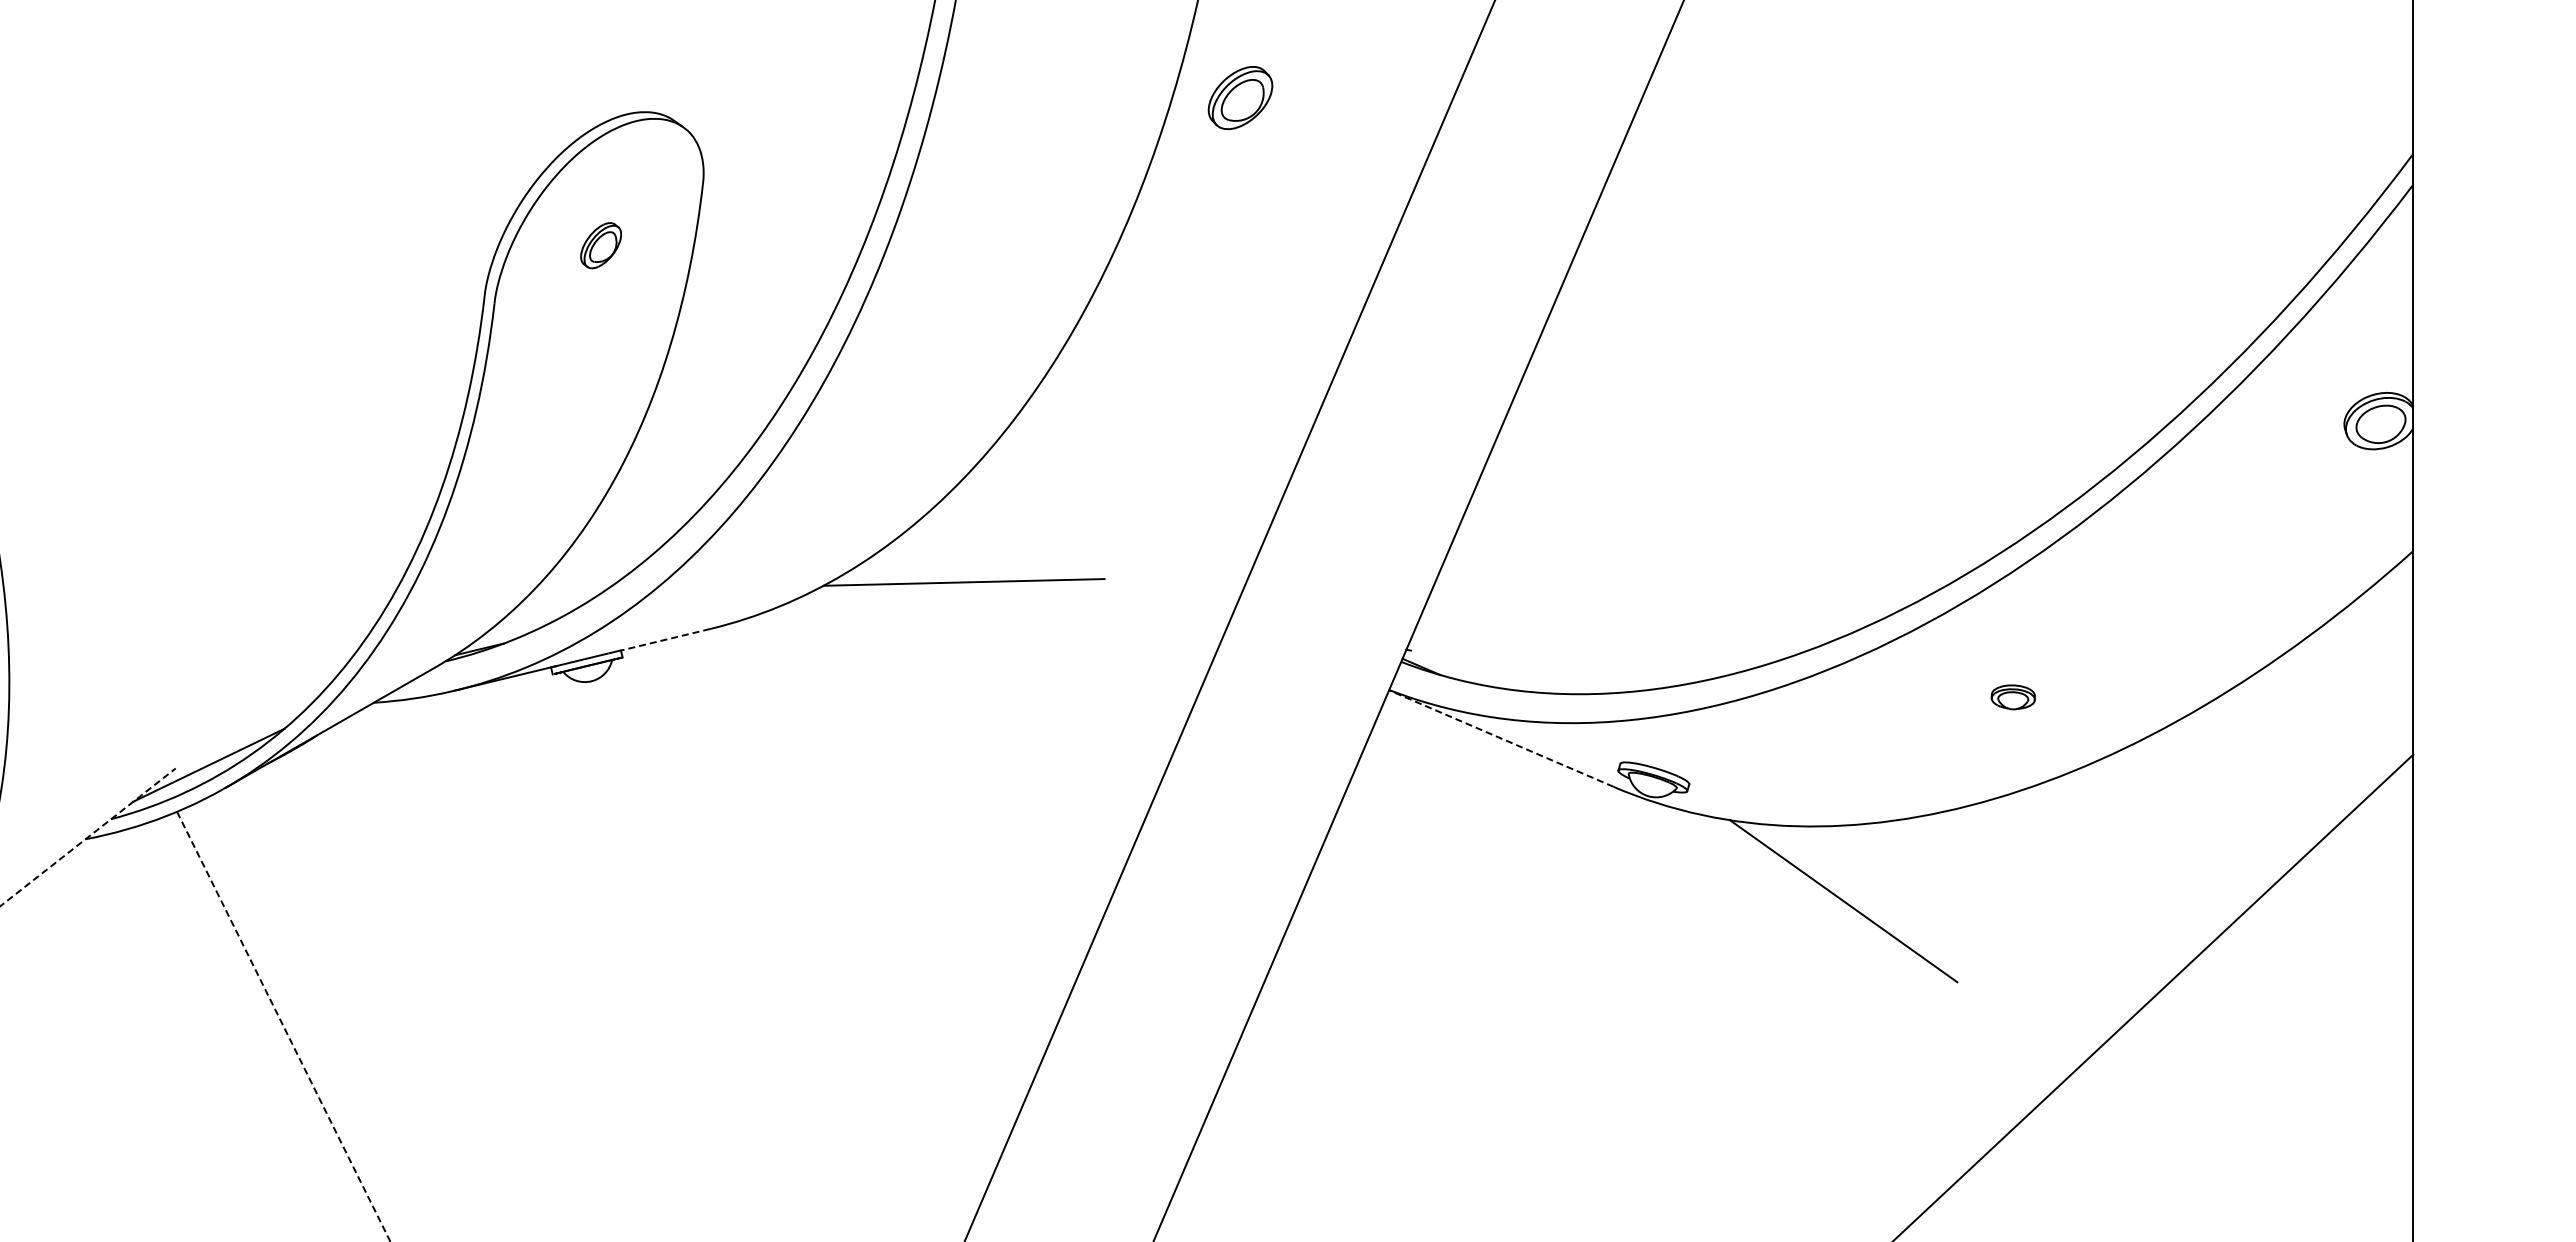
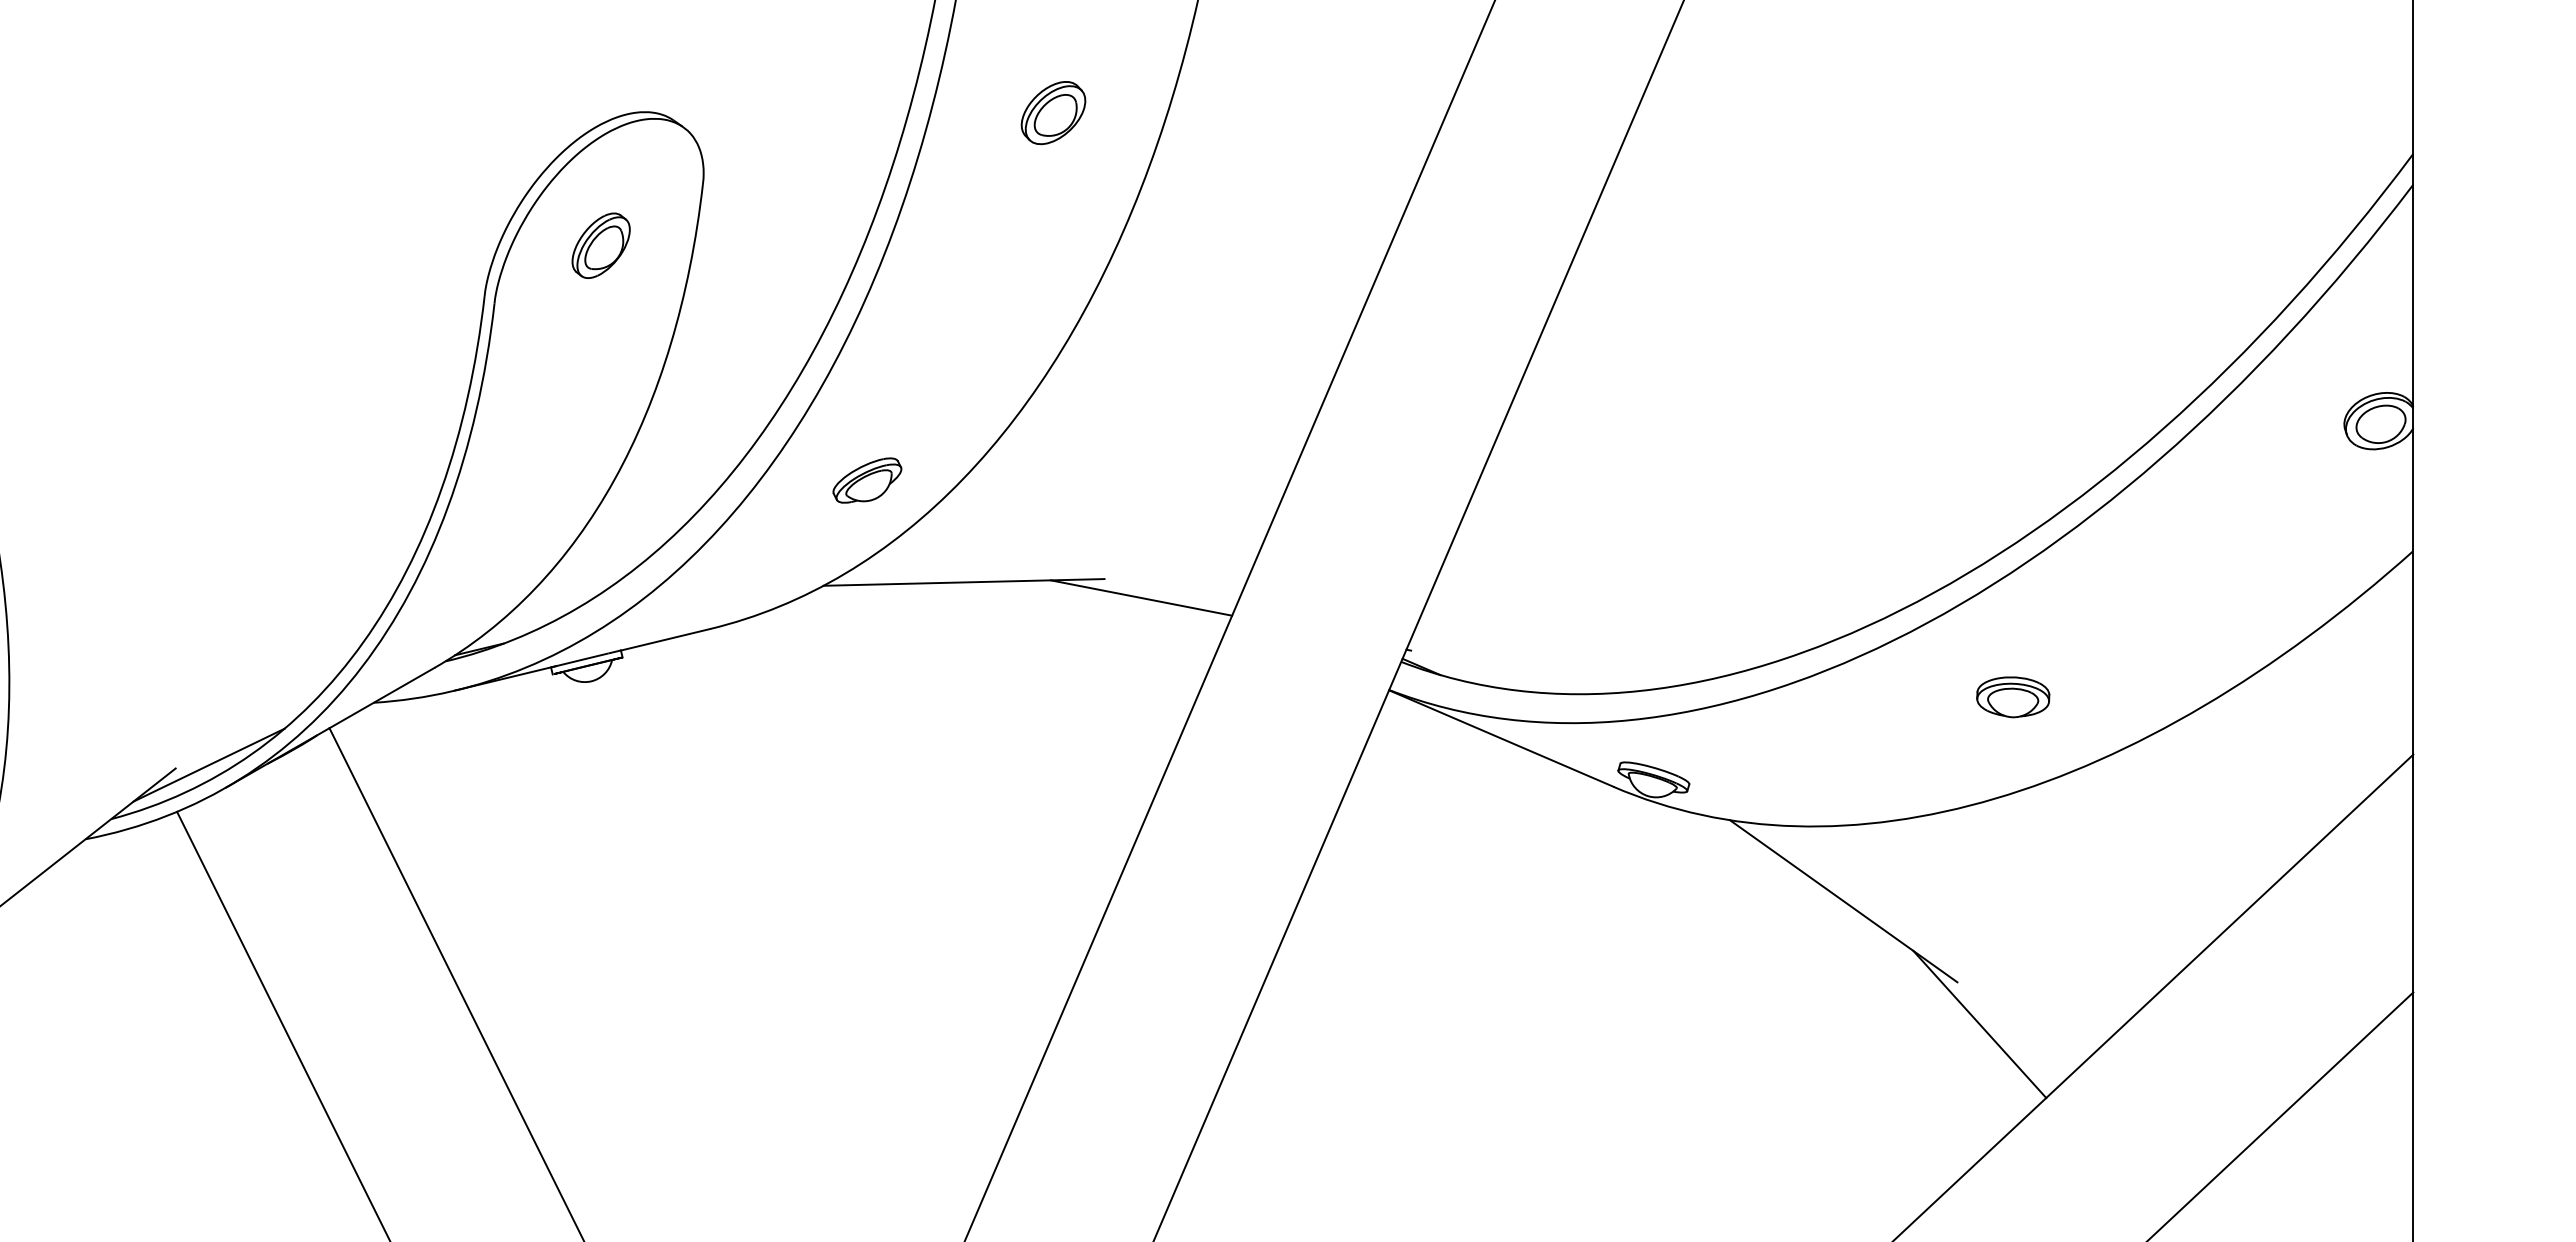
part at (1240, 98) position: (1240, 98) -> (1053, 113)
part at (600, 245) size: 42x48 px -> 60x67 px
part at (867, 480): none -> present
line at (1141, 597): none -> present
line at (665, 639): dashed -> solid
part at (2012, 697) size: 46x27 px -> 75x43 px
line at (1500, 738): dashed -> solid
line at (87, 837): dashed -> solid
line at (455, 983): none -> present
line at (1979, 1024): none -> present
line at (283, 1026): dashed -> solid
line at (2281, 1115): none -> present
